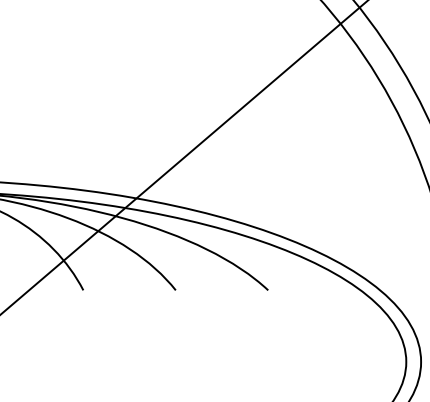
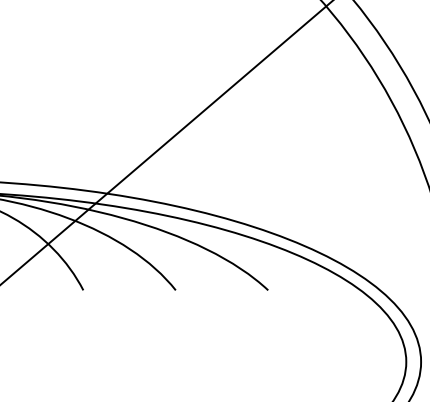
line at (183, 157) position: (183, 157) -> (166, 142)
